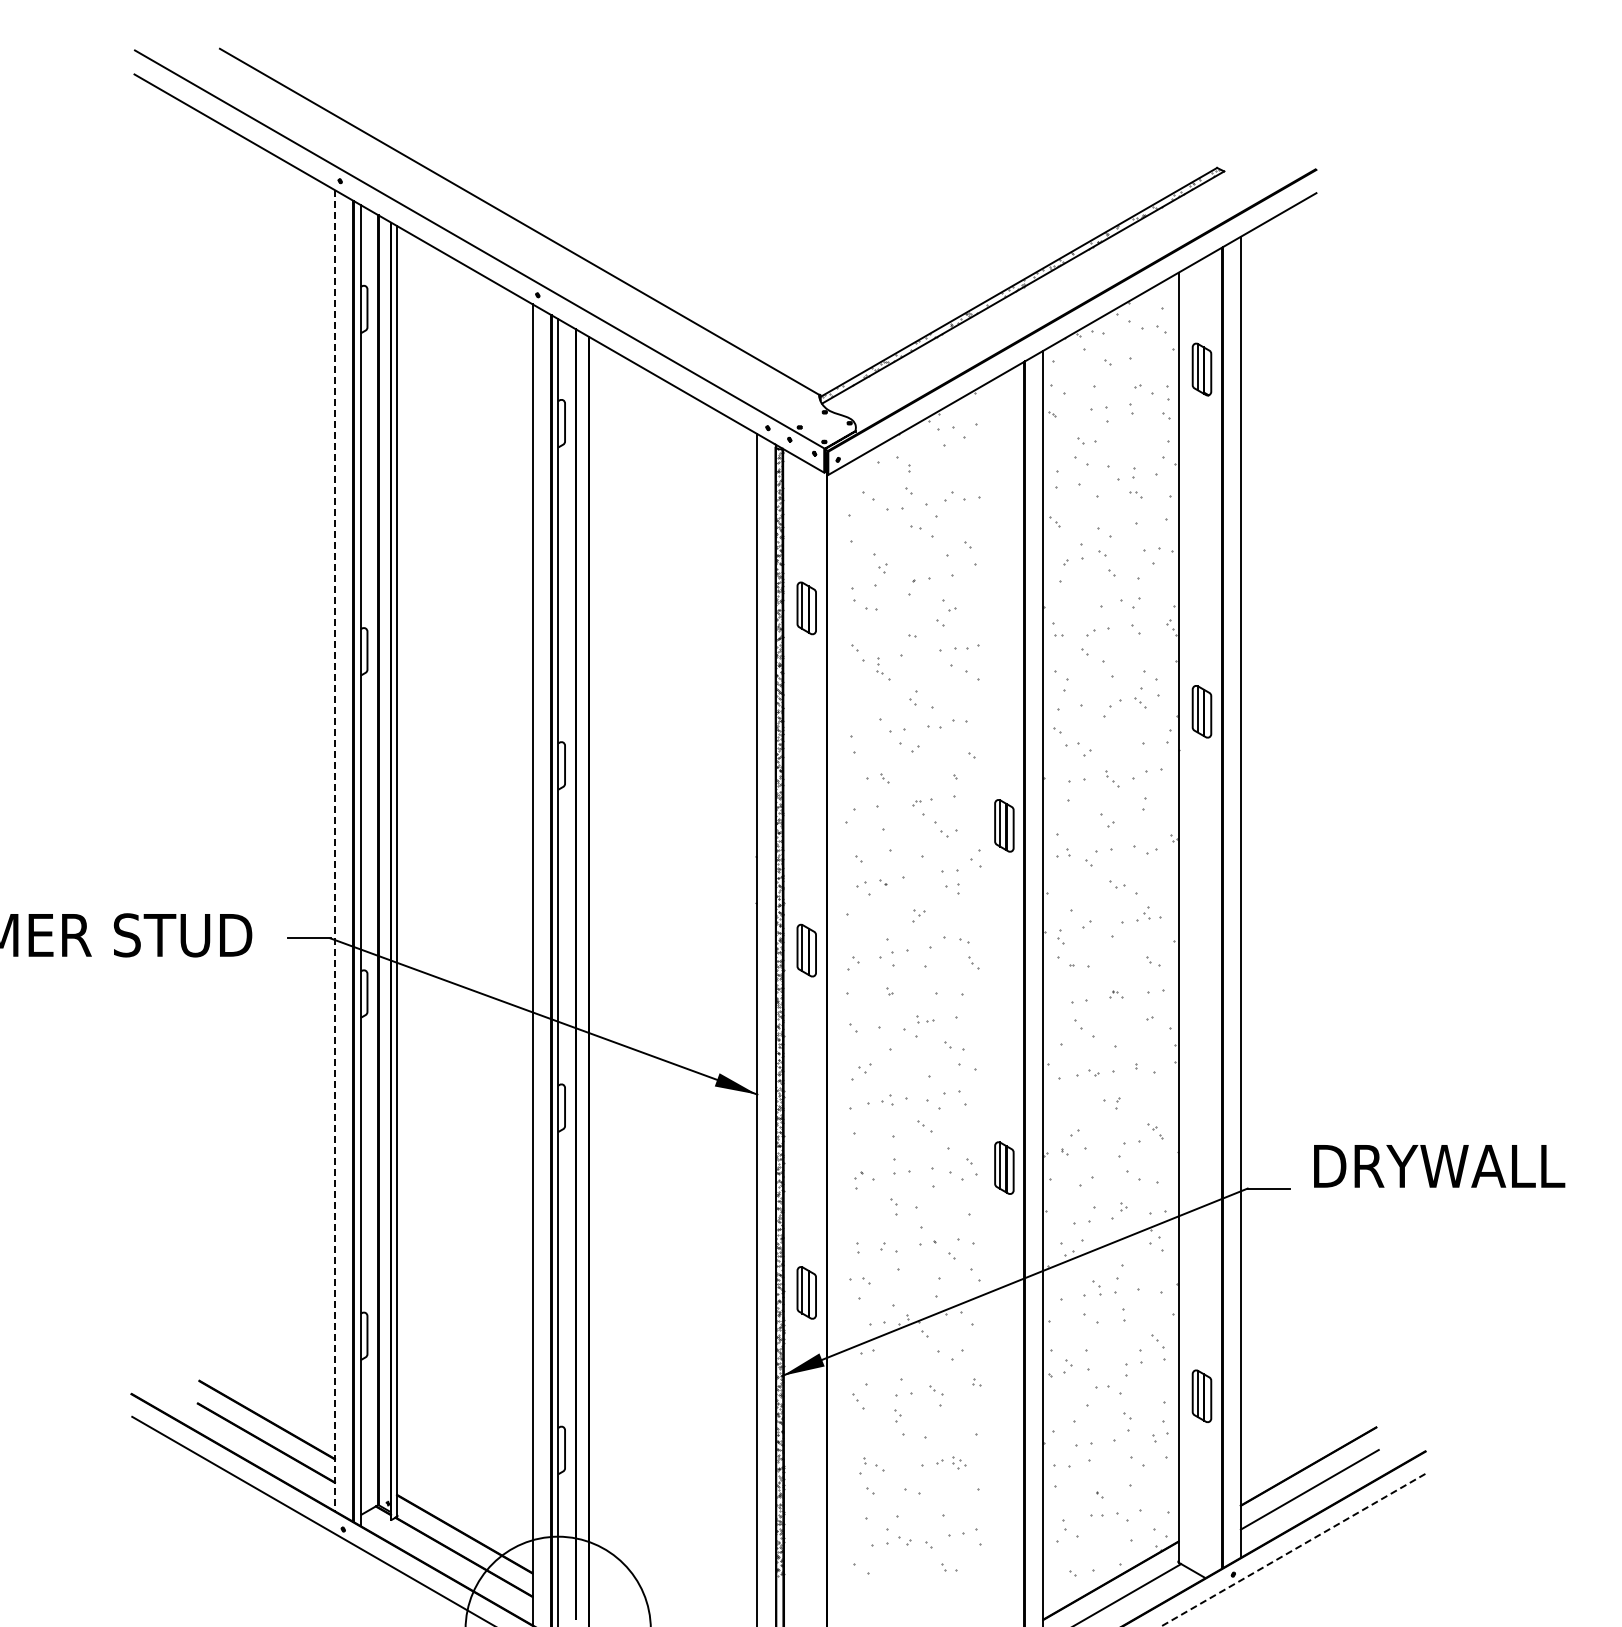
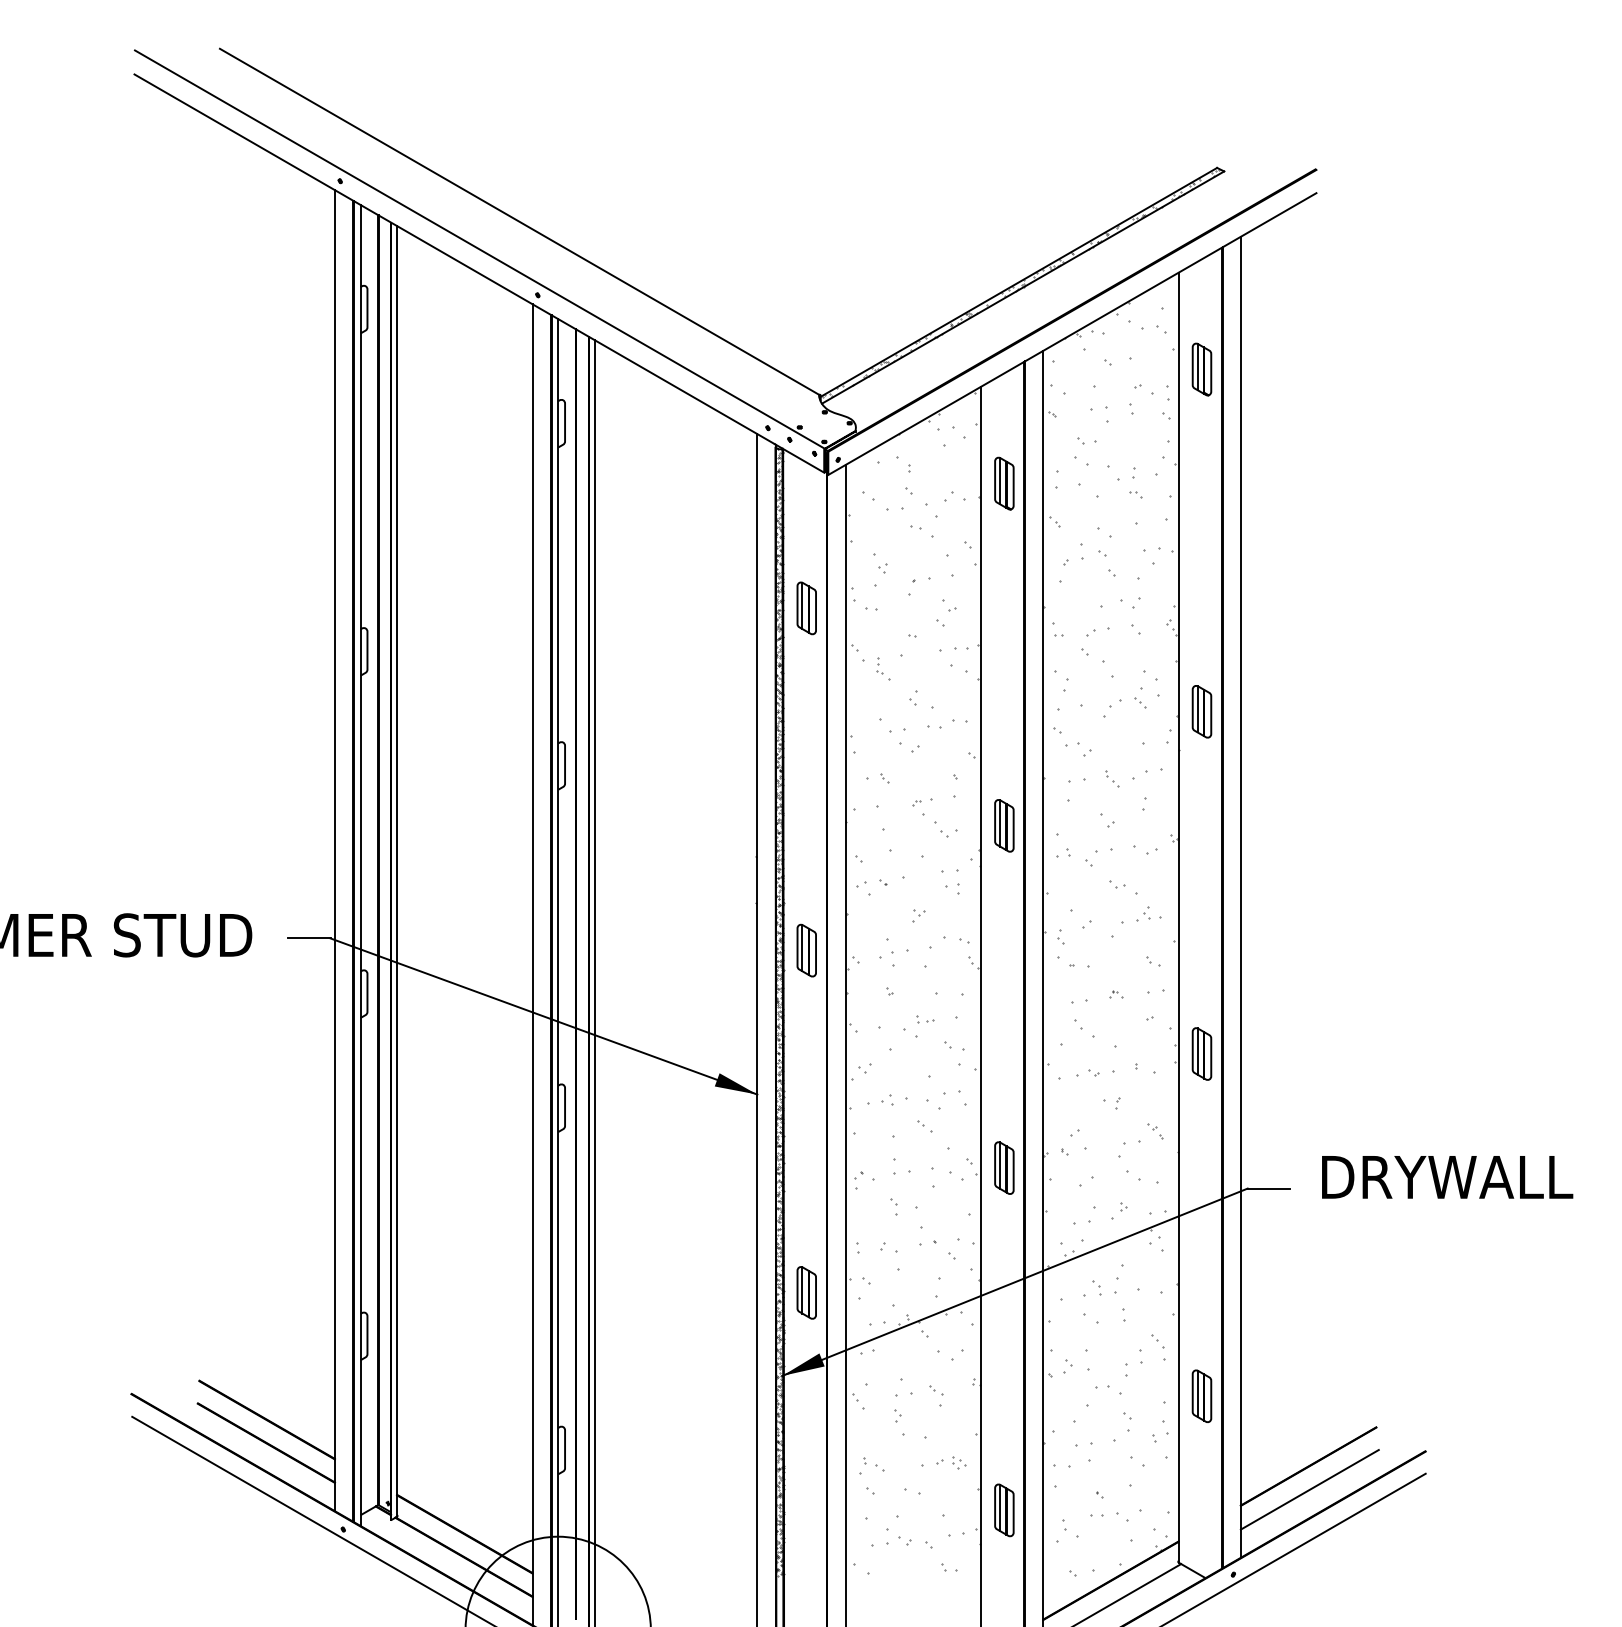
part at (1004, 483): none -> present
line at (334, 851): dashed -> solid
line at (594, 981): none -> present
line at (981, 1004): none -> present
line at (845, 1043): none -> present
part at (1201, 1053): none -> present
text at (1439, 1166) position: (1439, 1166) -> (1447, 1177)
part at (1004, 1510): none -> present
line at (1293, 1550): dashed -> solid
